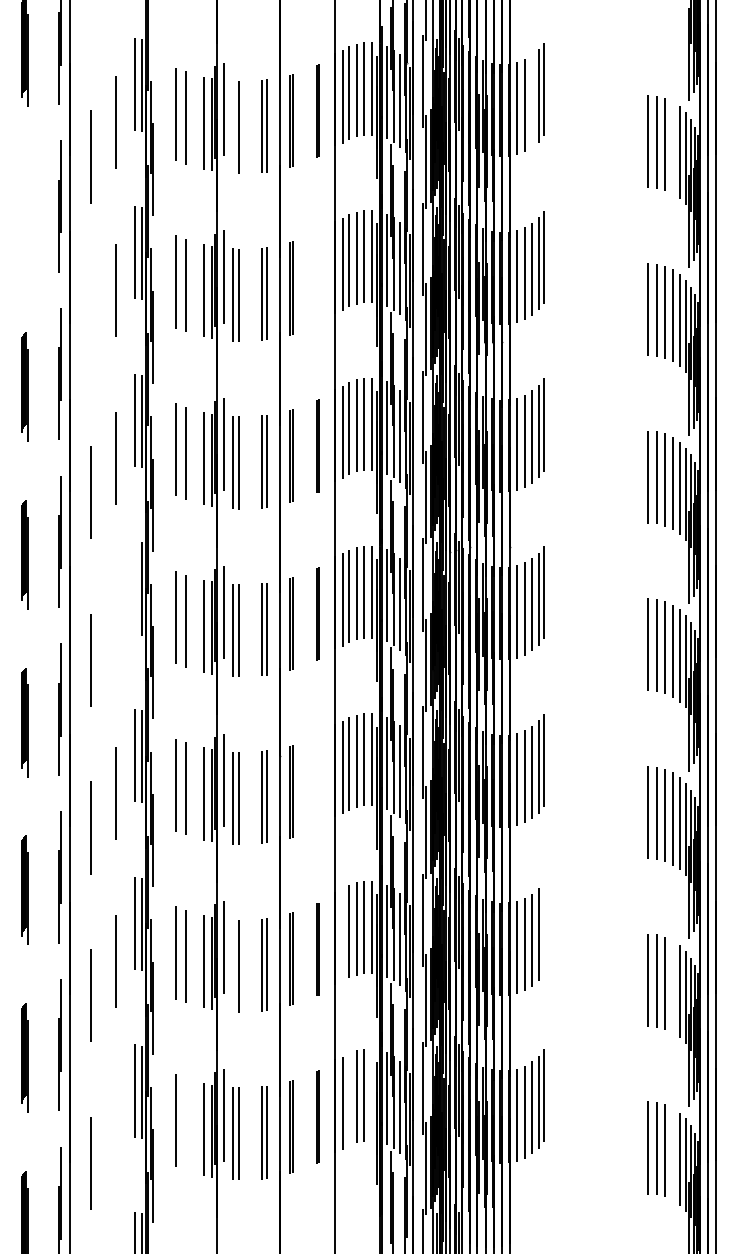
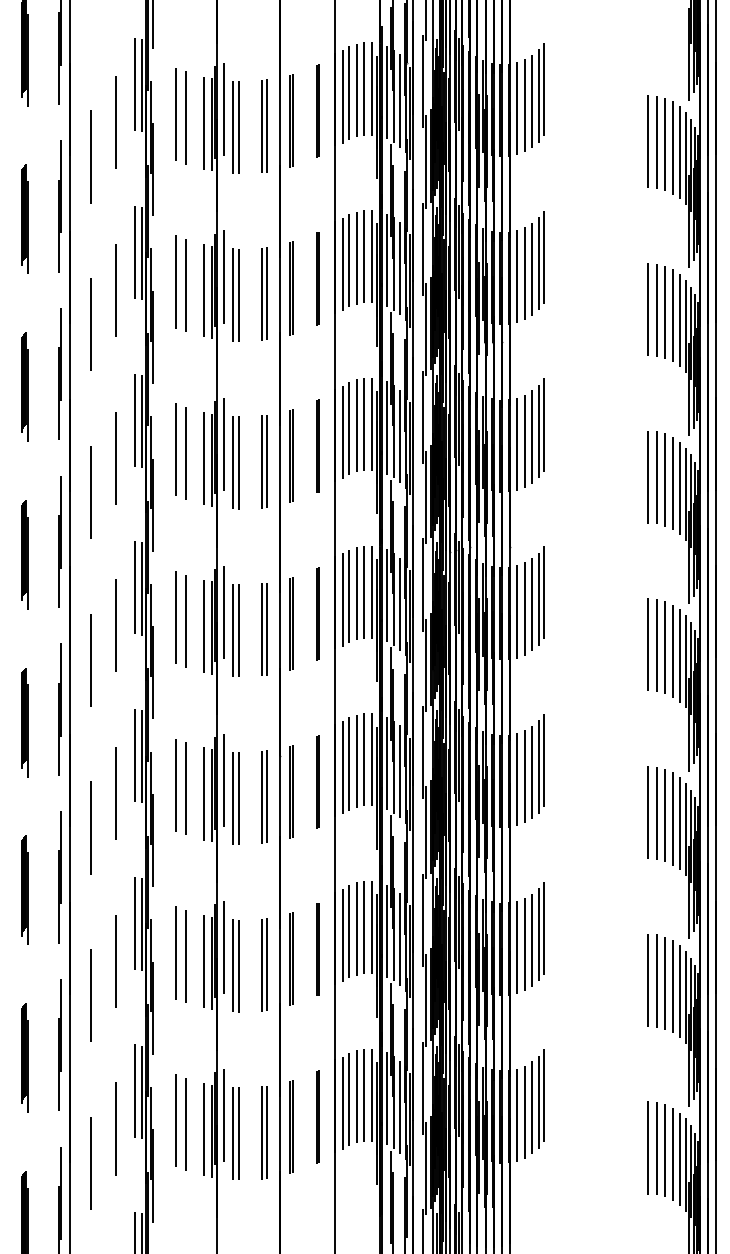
line at (152, 25): none -> present
line at (532, 101): none -> present
line at (232, 126): none -> present
line at (672, 147): none -> present
part at (24, 218): none -> present
line at (317, 278): none -> present
line at (91, 324): none -> present
line at (135, 587): none -> present
line at (115, 625): none -> present
line at (317, 781): none -> present
line at (544, 927): none -> present
line at (342, 935): none -> present
line at (232, 965): none -> present
line at (672, 986): none -> present
line at (372, 1094): none -> present
line at (349, 1098): none -> present
line at (185, 1124): none -> present
line at (116, 1128): none -> present
line at (672, 1153): none -> present
